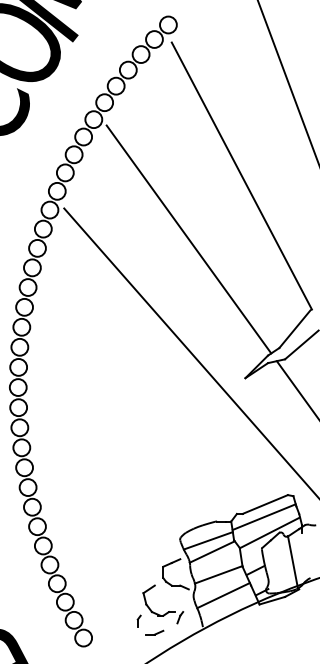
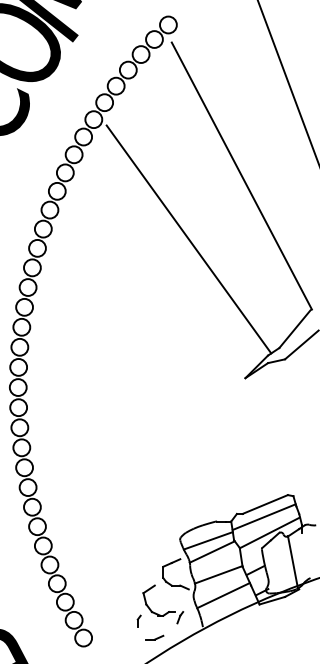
line at (190, 351): present -> none
line at (296, 388): present -> none
part at (154, 632) position: (154, 632) -> (154, 637)
